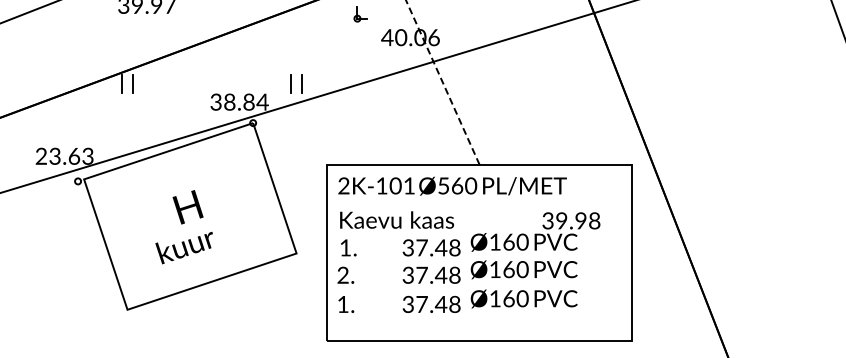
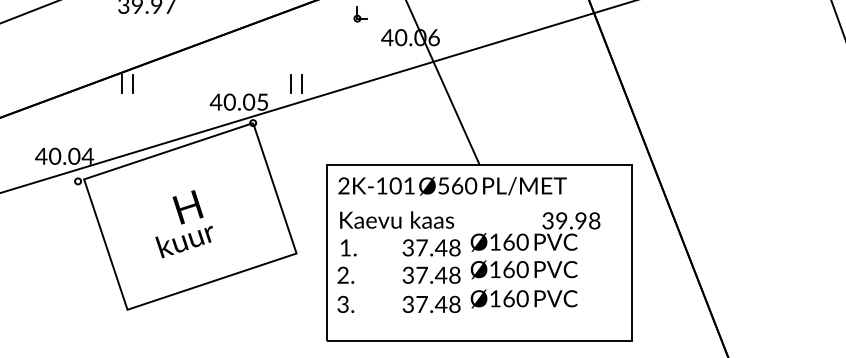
line at (442, 82): dashed -> solid
text at (238, 101): 38.84 -> 40.05
text at (64, 155): 23.63 -> 40.04
text at (183, 248) position: (183, 248) -> (183, 242)
text at (342, 303): 1. -> 3.
